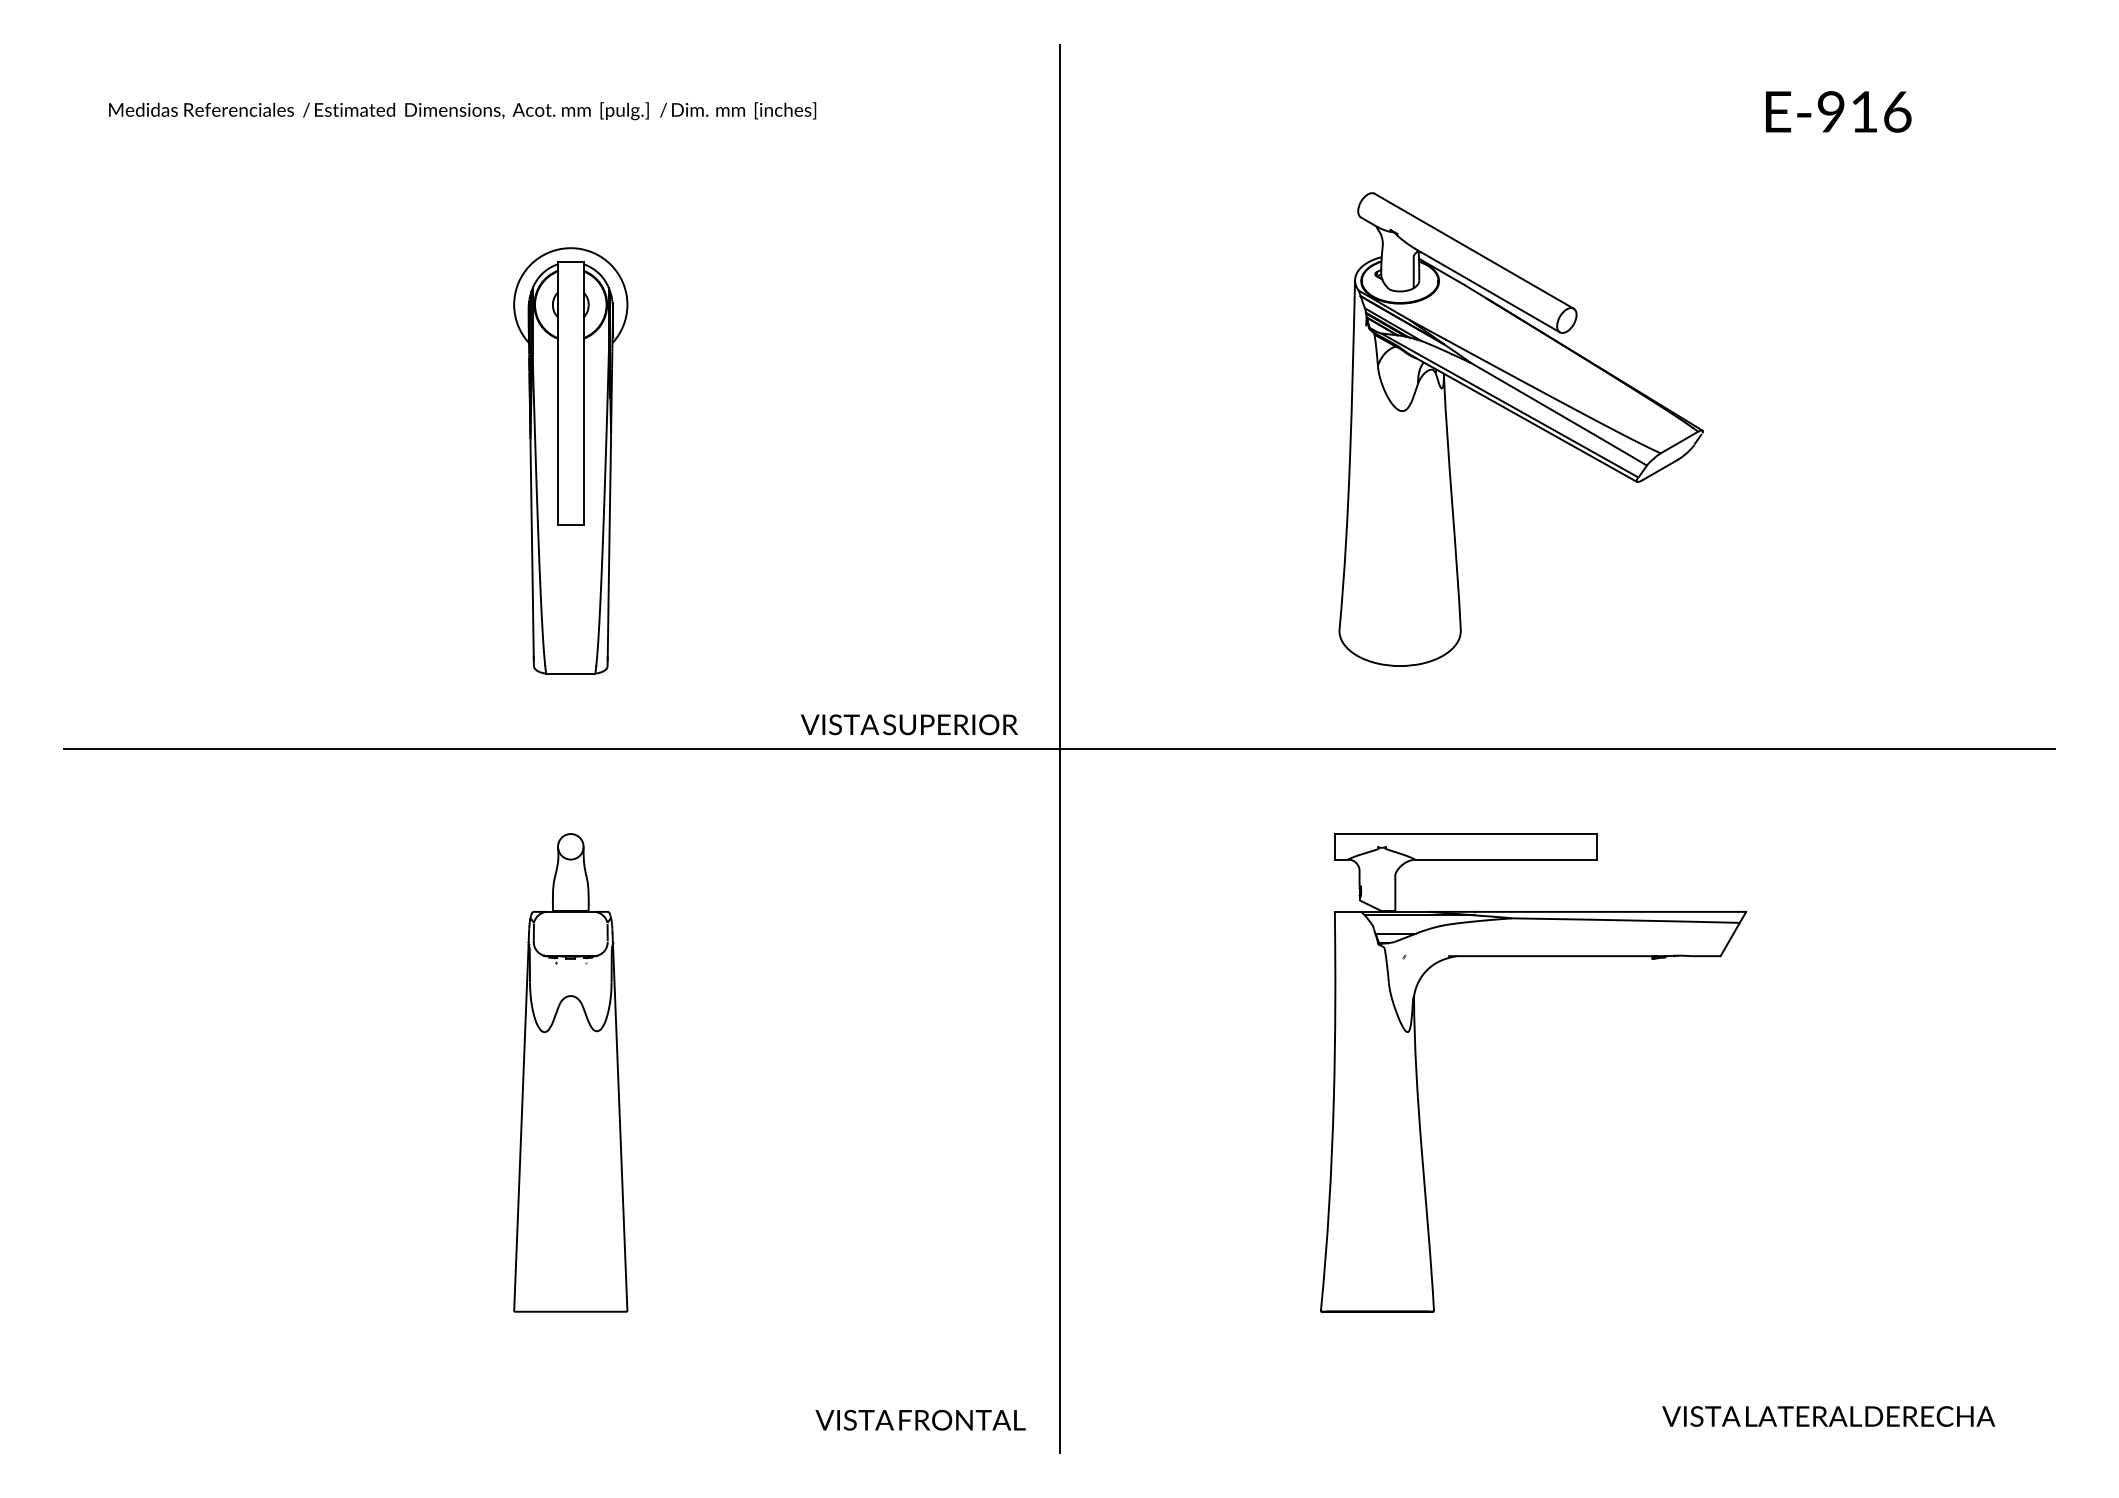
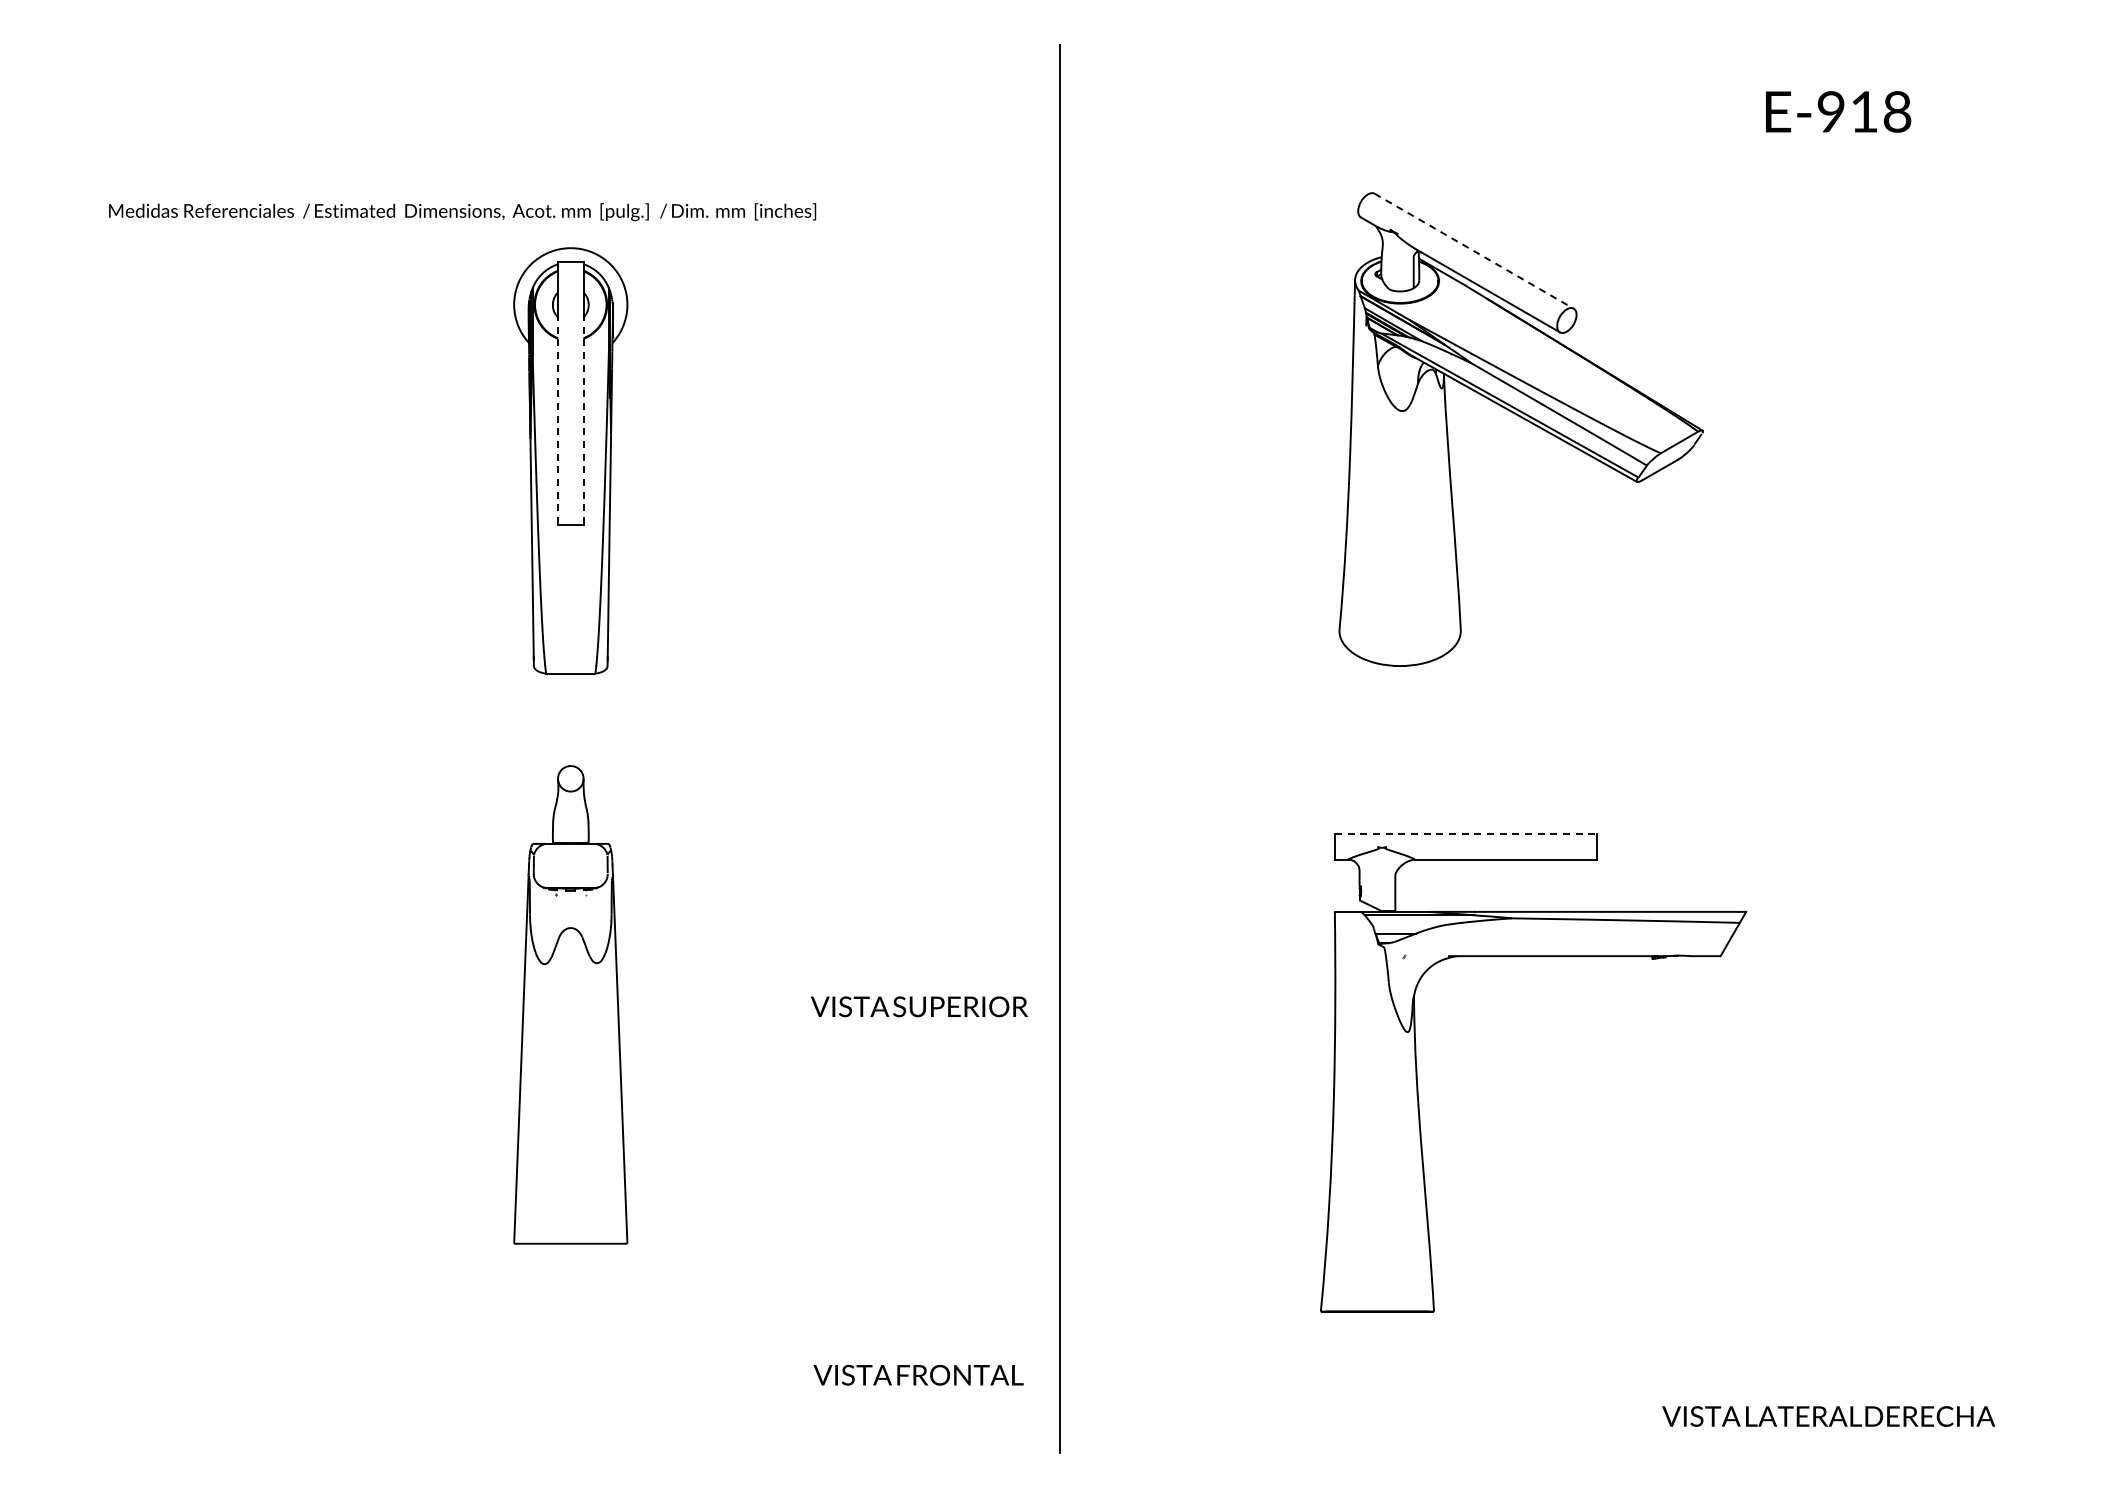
text at (462, 111) position: (462, 111) -> (462, 212)
text at (1897, 111): E-916 -> E-918
line at (1474, 251): solid -> dashed
line at (558, 419): solid -> dashed
line at (583, 419): solid -> dashed
text at (909, 724) position: (909, 724) -> (919, 1006)
line at (1059, 748): present -> none
line at (1466, 834): solid -> dashed
part at (570, 1072) position: (570, 1072) -> (570, 1004)
text at (920, 1419) position: (920, 1419) -> (918, 1374)
